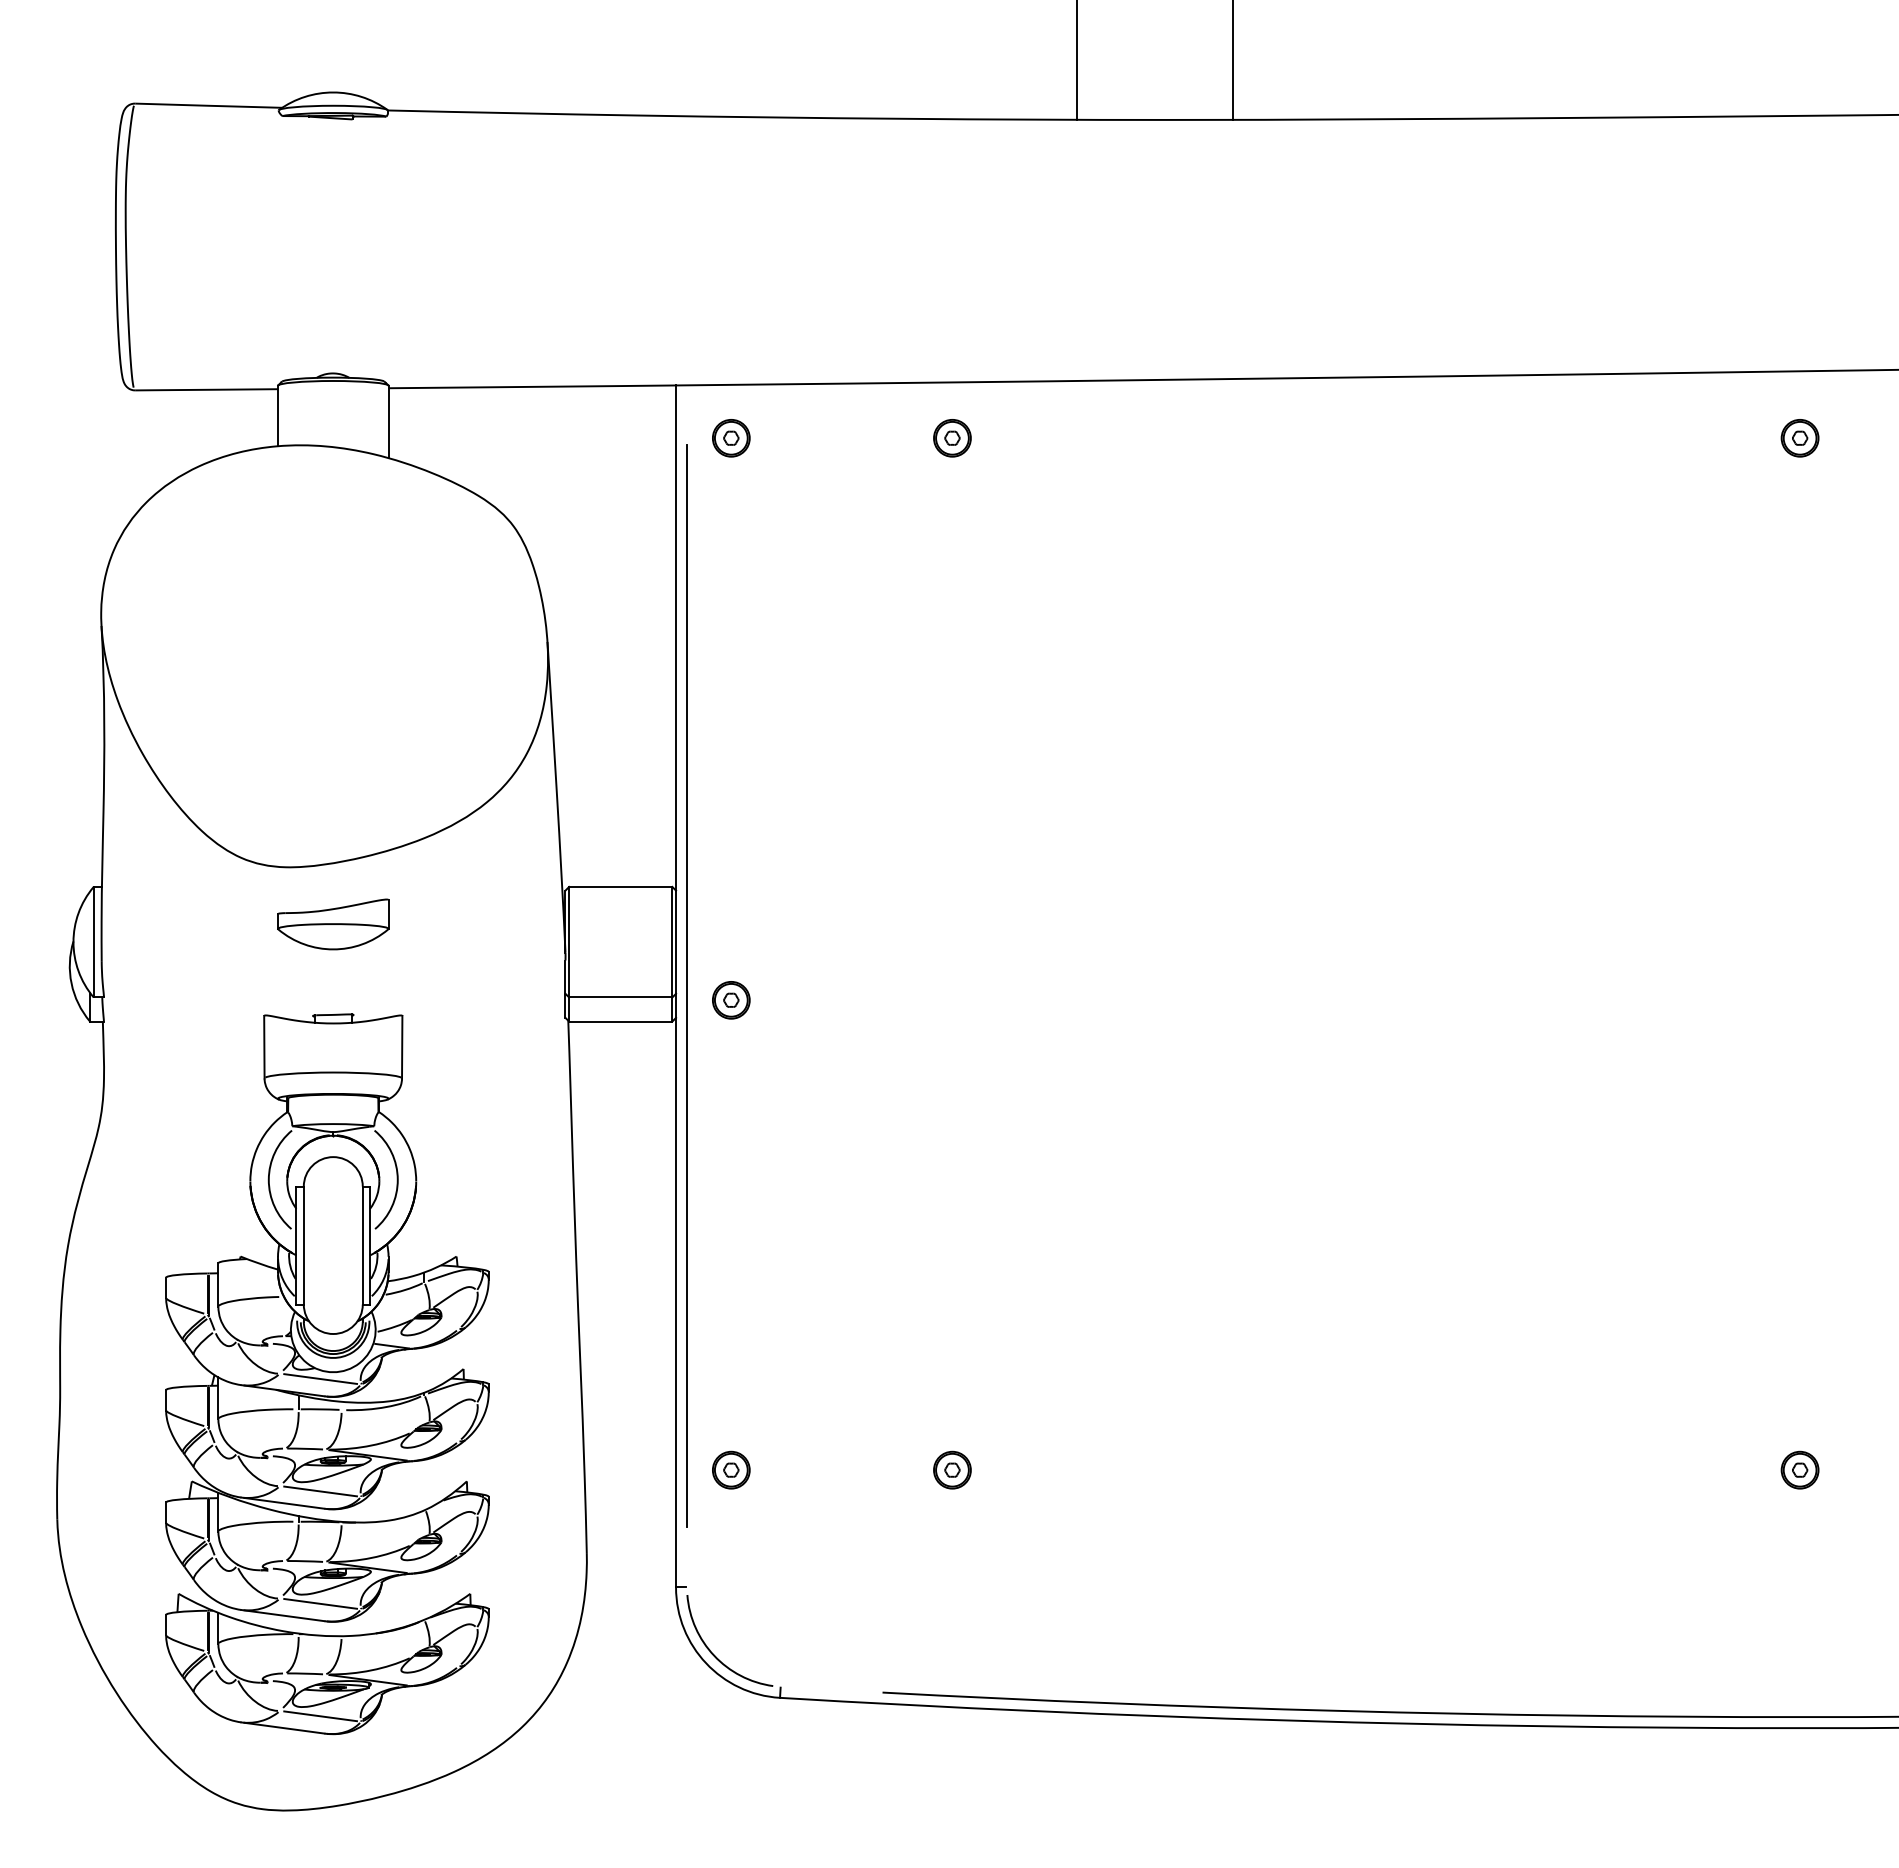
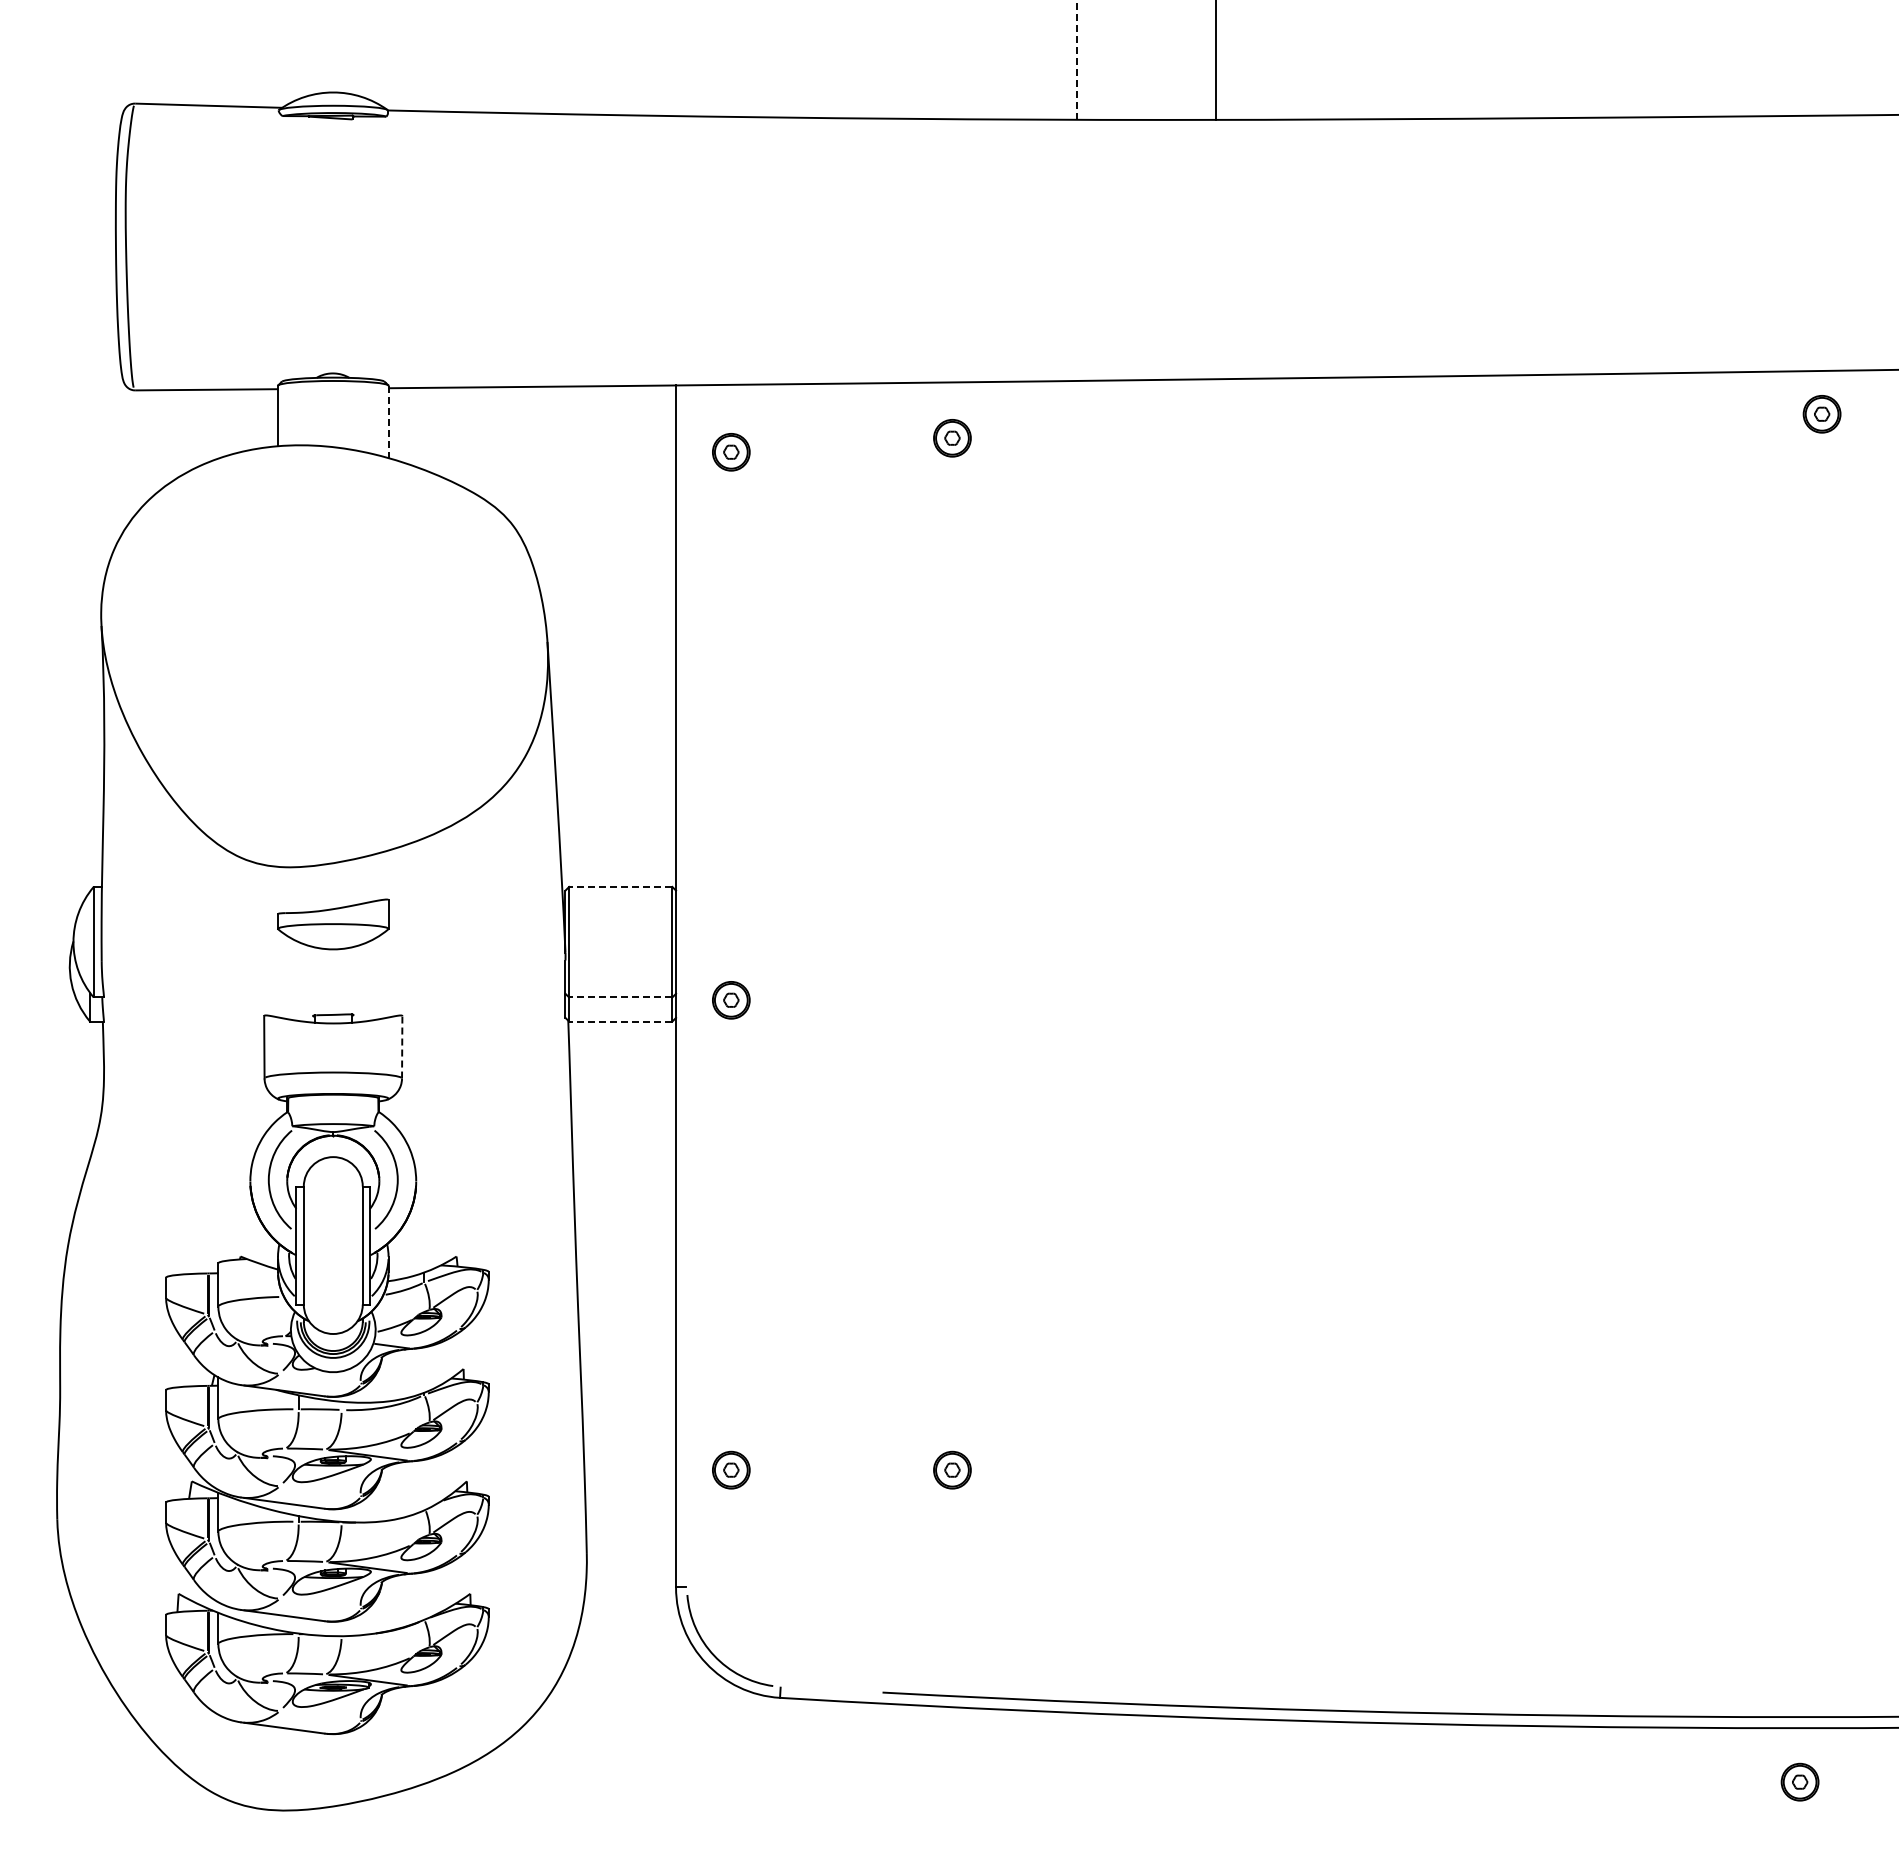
line at (1077, 60): solid -> dashed
line at (1233, 60) position: (1233, 60) -> (1216, 60)
line at (388, 422): solid -> dashed
part at (731, 438) position: (731, 438) -> (731, 452)
part at (1799, 438) position: (1799, 438) -> (1821, 414)
line at (620, 886): solid -> dashed
line at (687, 986): present -> none
line at (620, 997): solid -> dashed
line at (620, 1021): solid -> dashed
line at (402, 1046): solid -> dashed
line at (320, 1378): present -> none
part at (1799, 1469) position: (1799, 1469) -> (1799, 1781)
line at (320, 1491): present -> none
line at (320, 1603): present -> none
line at (320, 1716): present -> none
